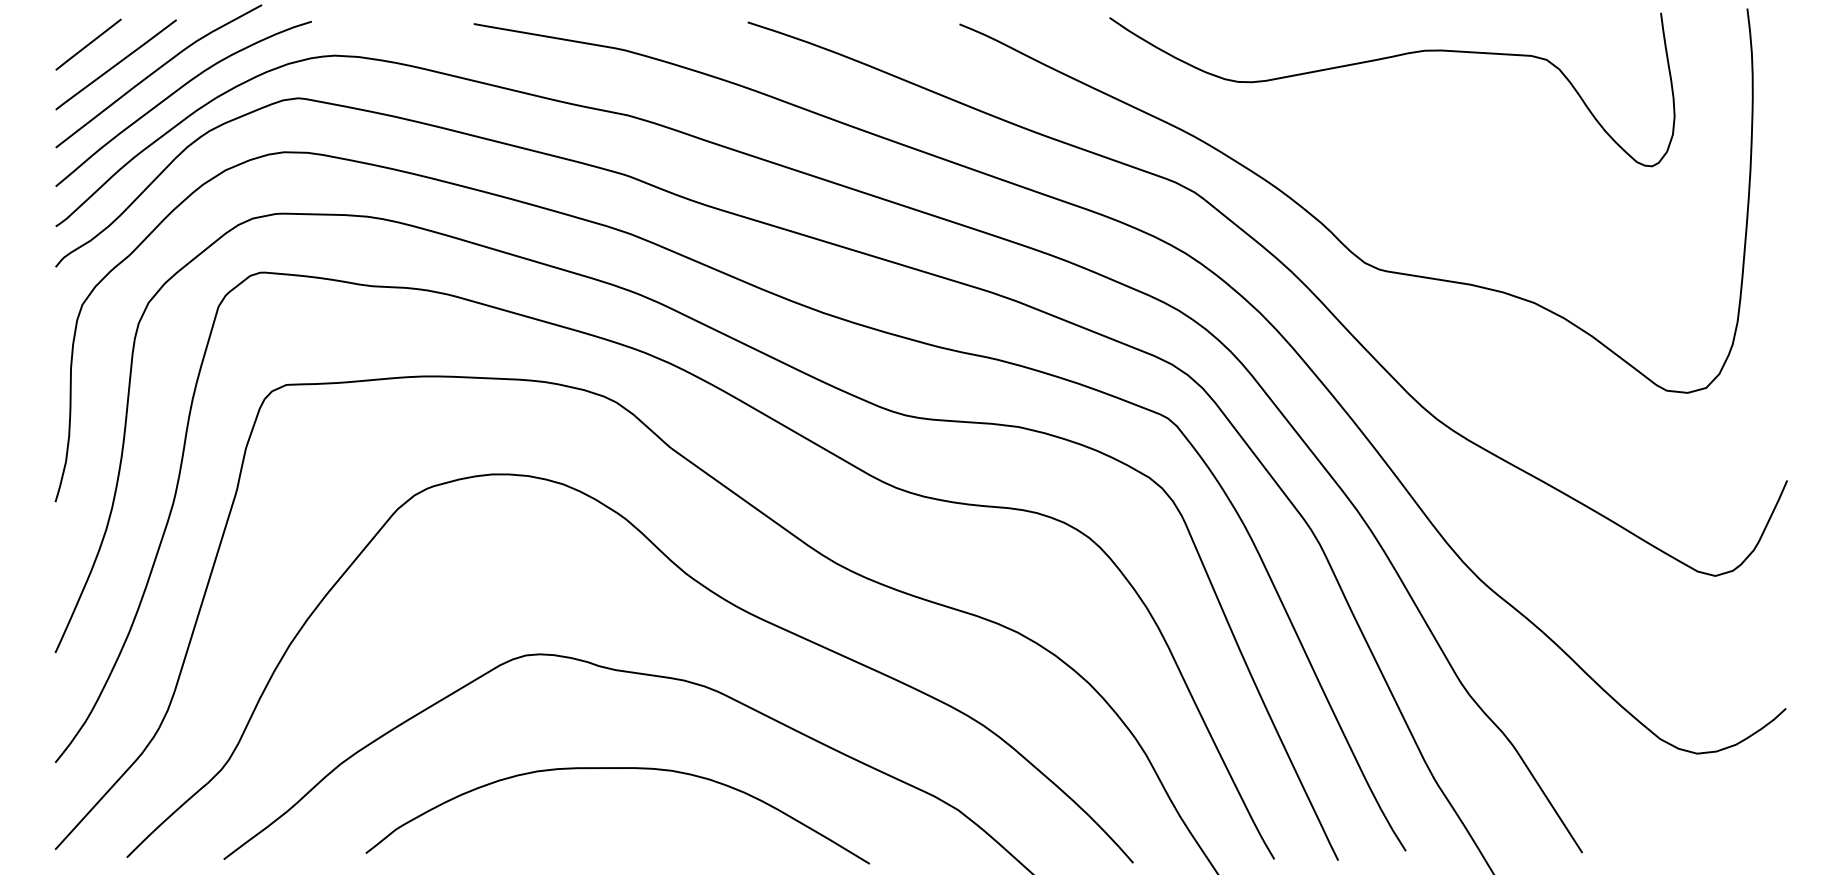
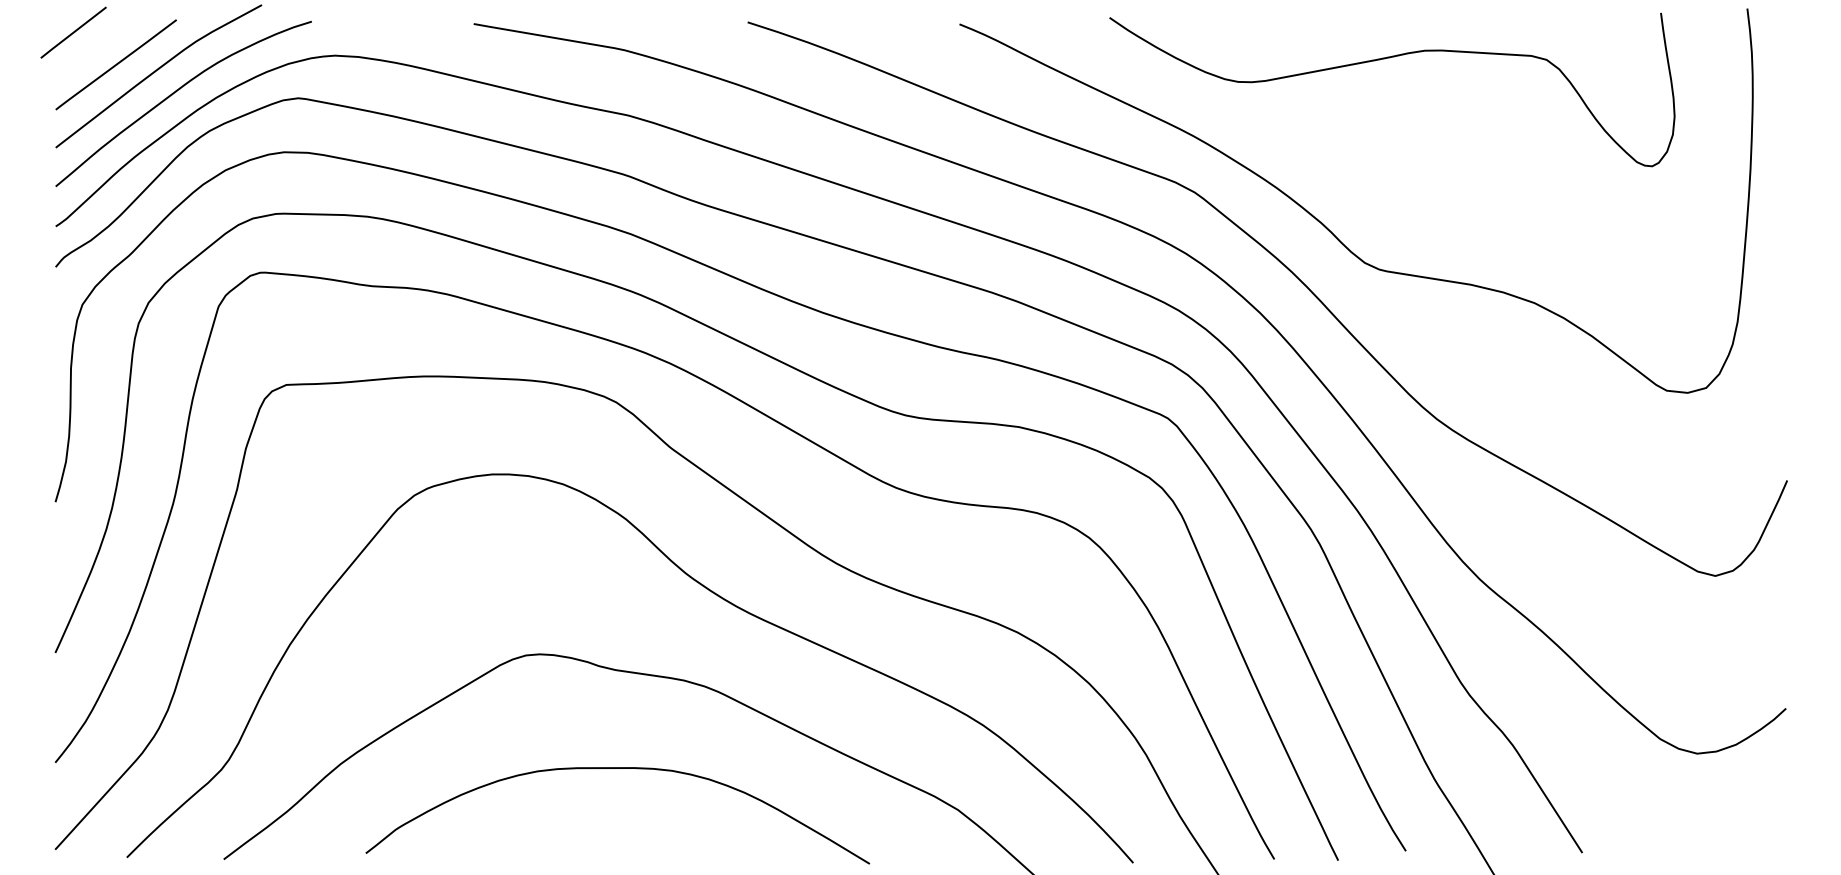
line at (88, 44) position: (88, 44) -> (73, 32)
